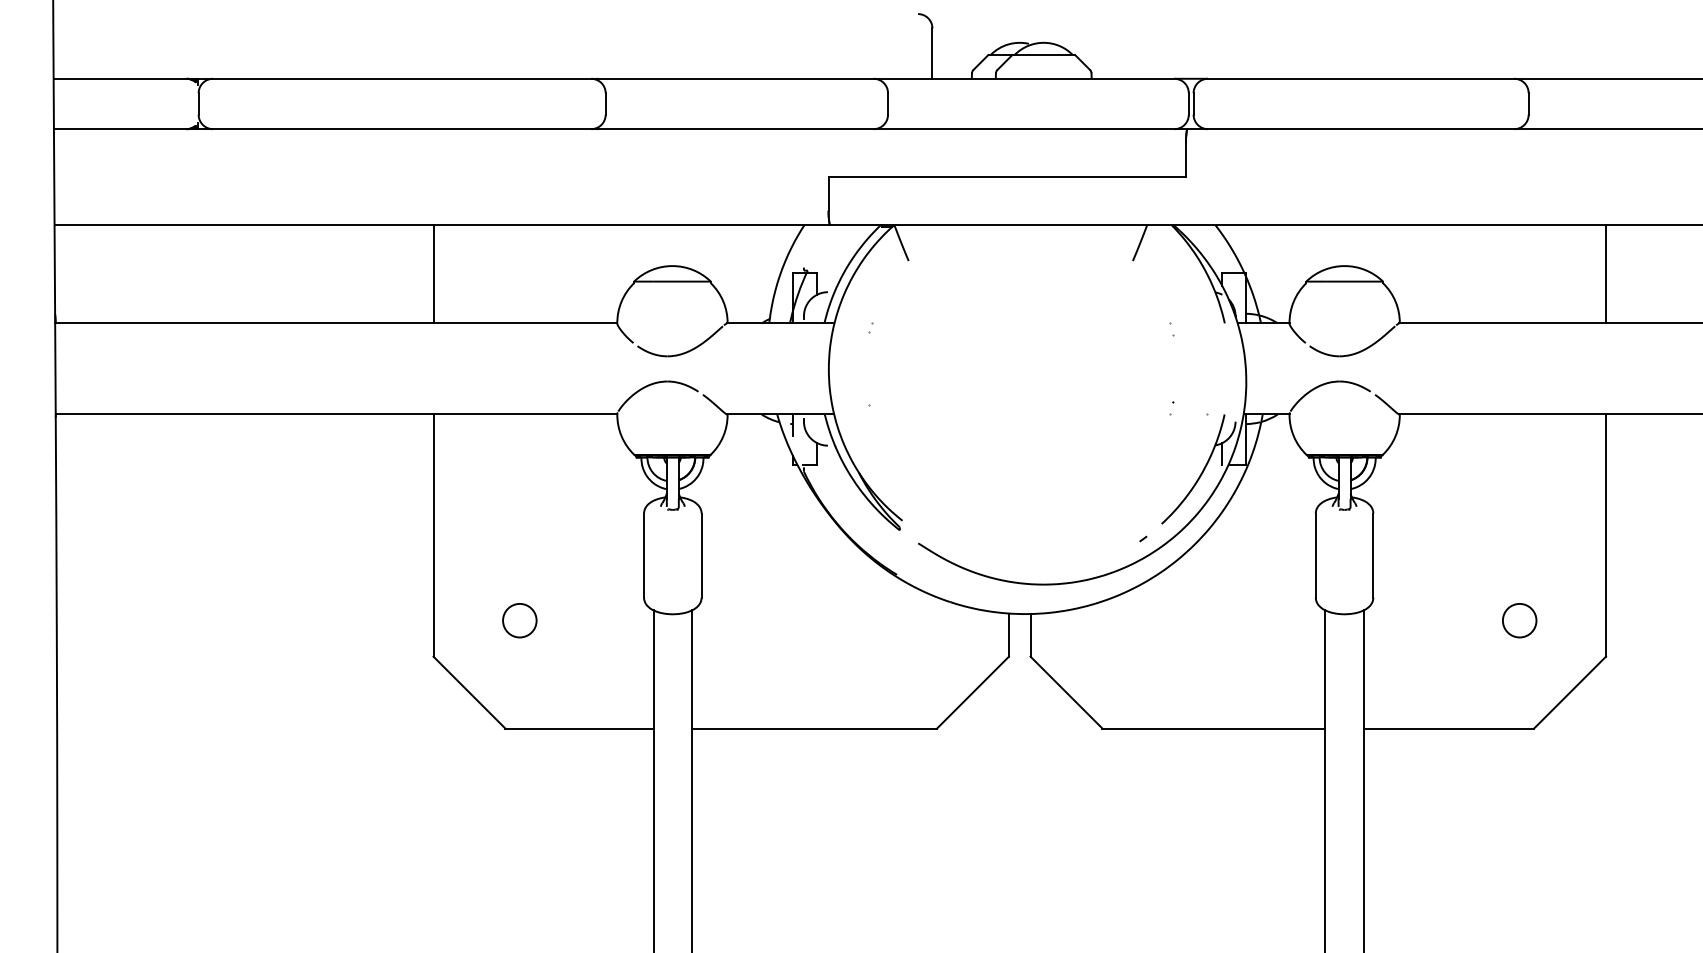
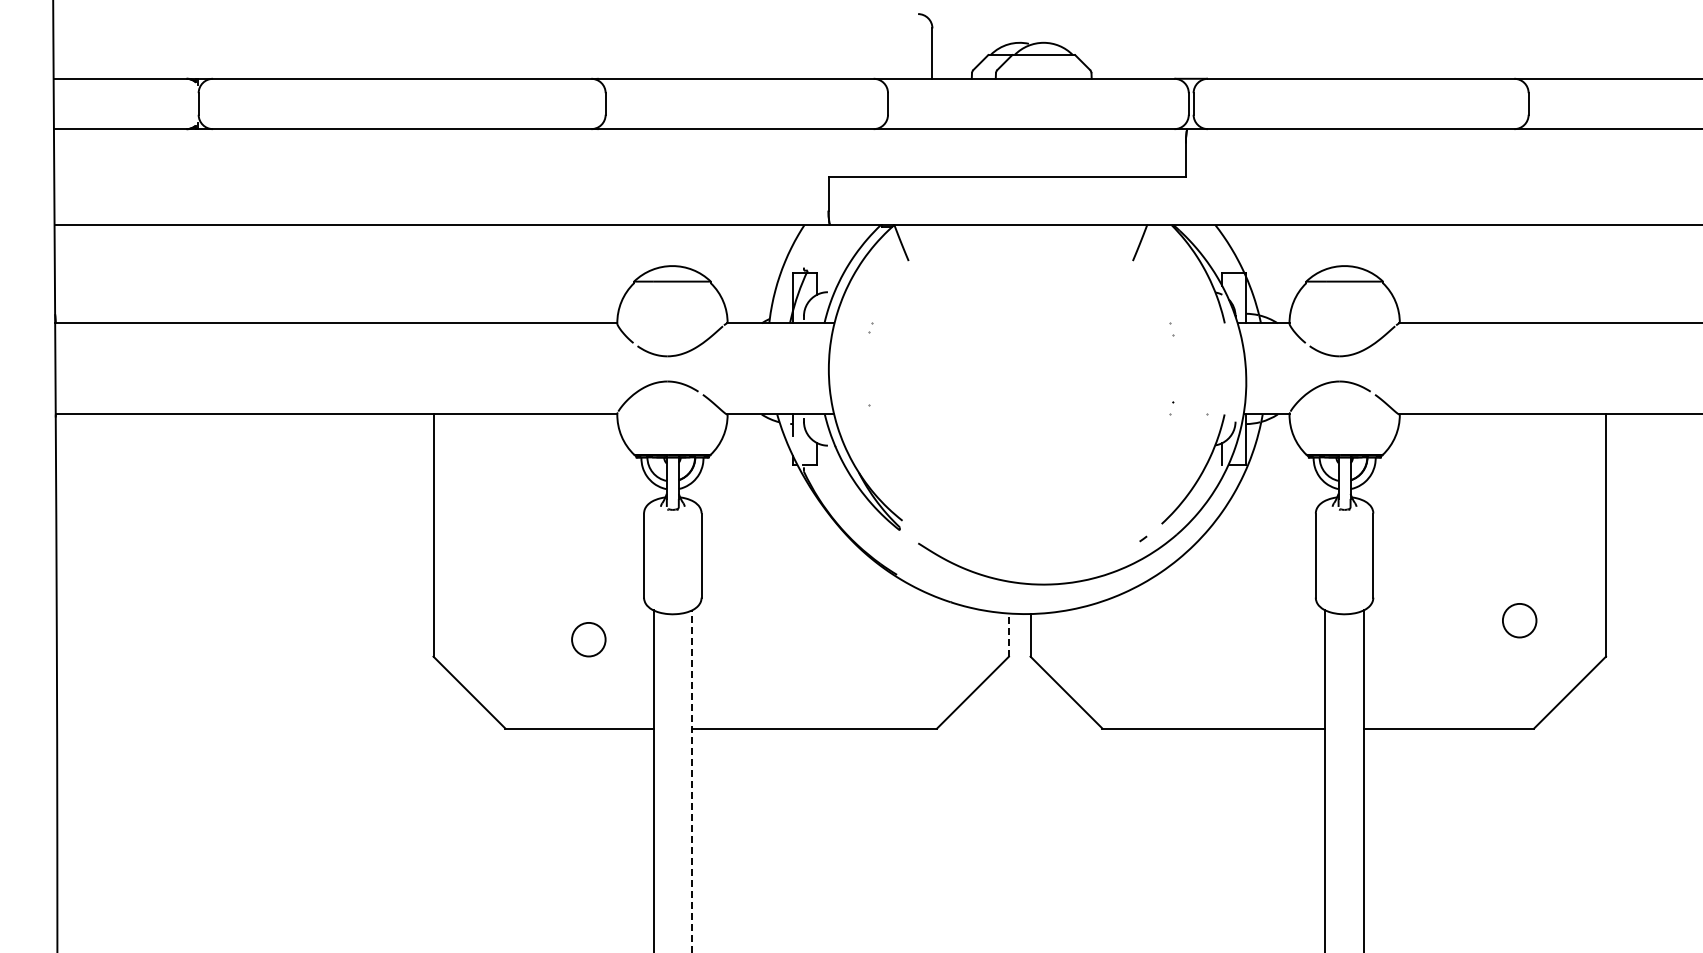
line at (433, 274): present -> none
line at (1606, 274): present -> none
circle at (519, 620) position: (519, 620) -> (588, 639)
line at (1008, 635): solid -> dashed
line at (692, 781): solid -> dashed
